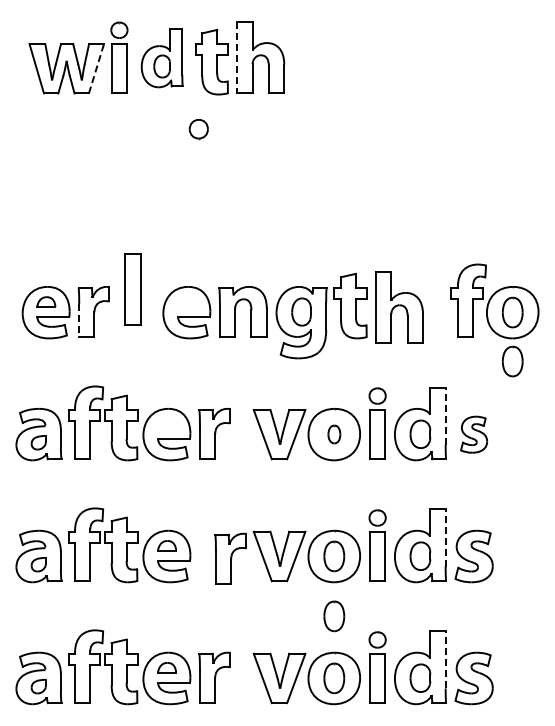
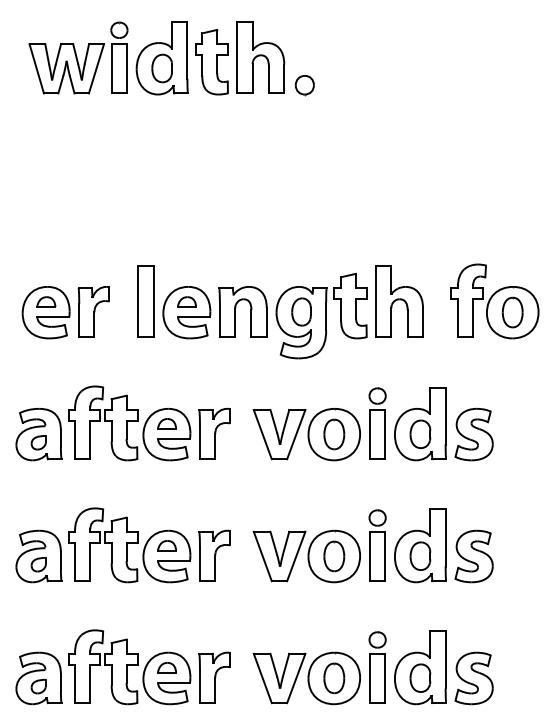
line at (237, 57): dashed -> solid
part at (161, 58) size: 44x61 px -> 54x75 px
line at (96, 68): dashed -> solid
part at (198, 129) position: (198, 129) -> (304, 85)
part at (132, 289) position: (132, 289) -> (145, 301)
part at (186, 301): none -> present
part at (399, 307) position: (399, 307) -> (399, 301)
line at (79, 320): dashed -> solid
part at (512, 361): present -> none
line at (445, 415): dashed -> solid
part at (166, 423): none -> present
part at (334, 434) size: 15x21 px -> 23x33 px
part at (473, 434) size: 28x39 px -> 40x54 px
line at (445, 537): dashed -> solid
part at (230, 558) position: (230, 558) -> (214, 555)
part at (334, 616): present -> none
line at (445, 659): dashed -> solid
